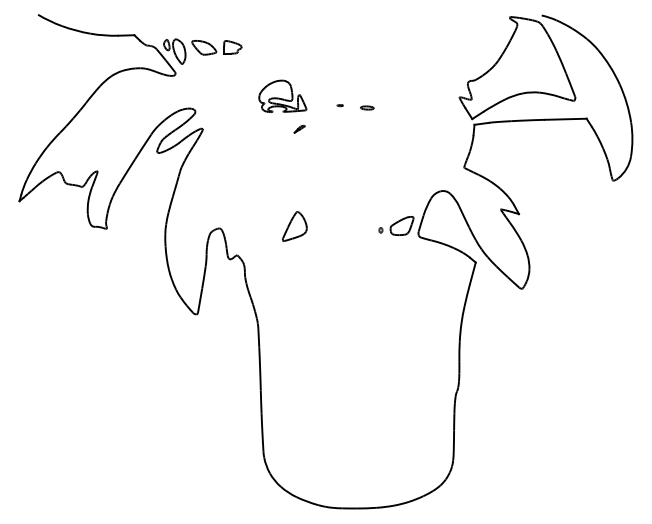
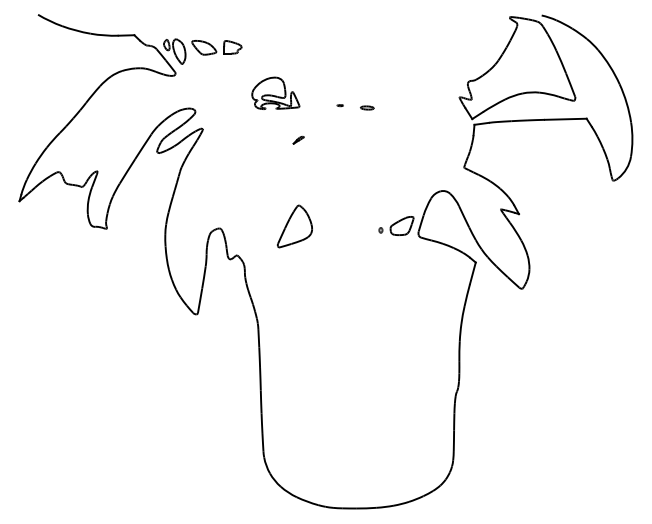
part at (282, 95) position: (282, 95) -> (275, 92)
part at (299, 128) position: (299, 128) -> (298, 139)
part at (294, 226) size: 26x31 px -> 37x45 px
